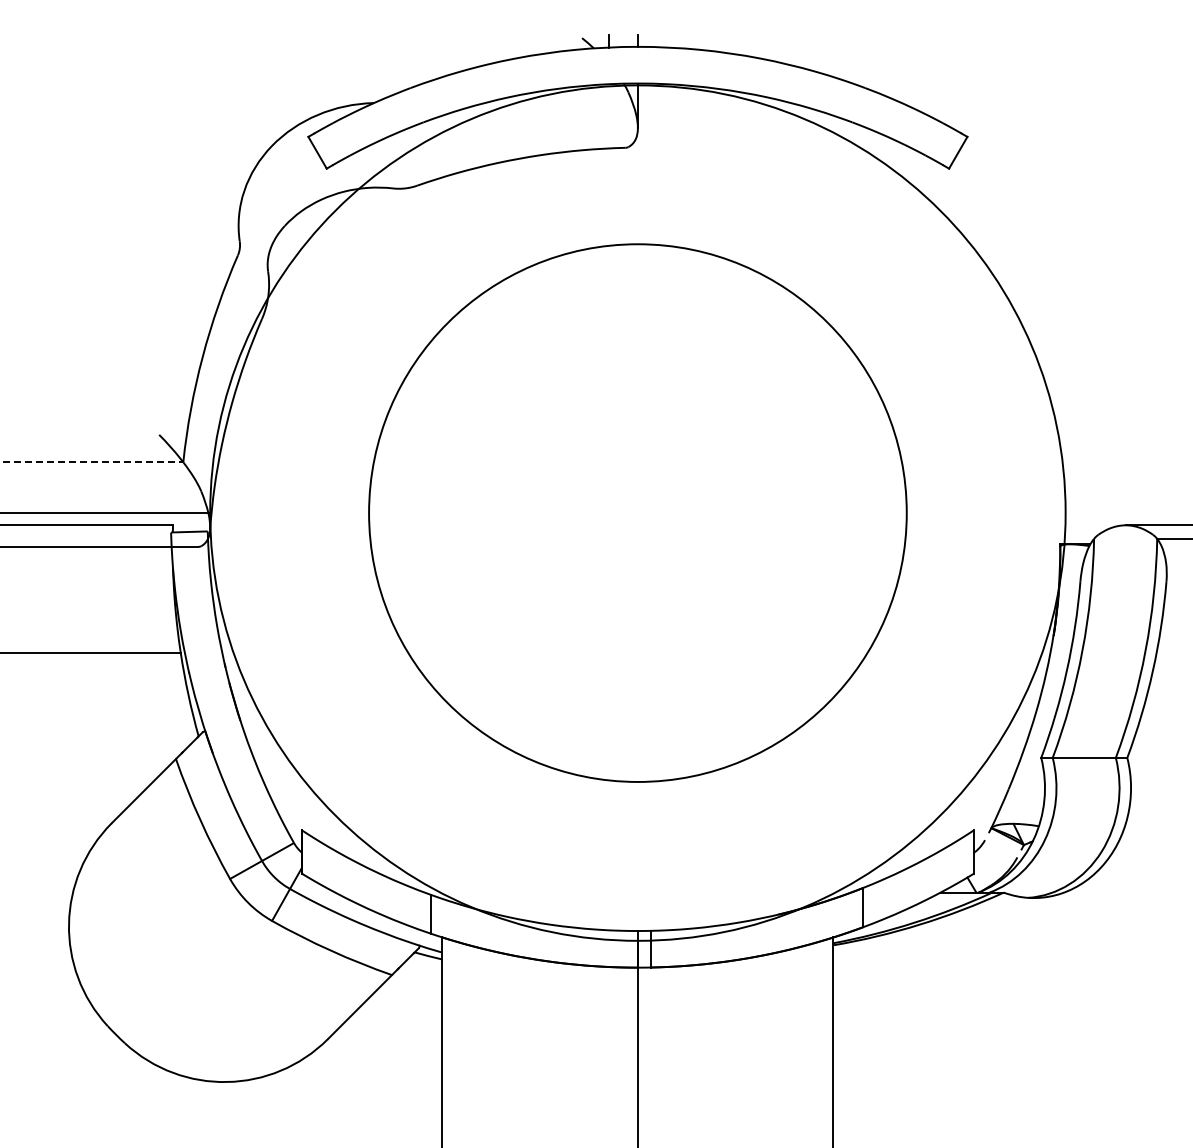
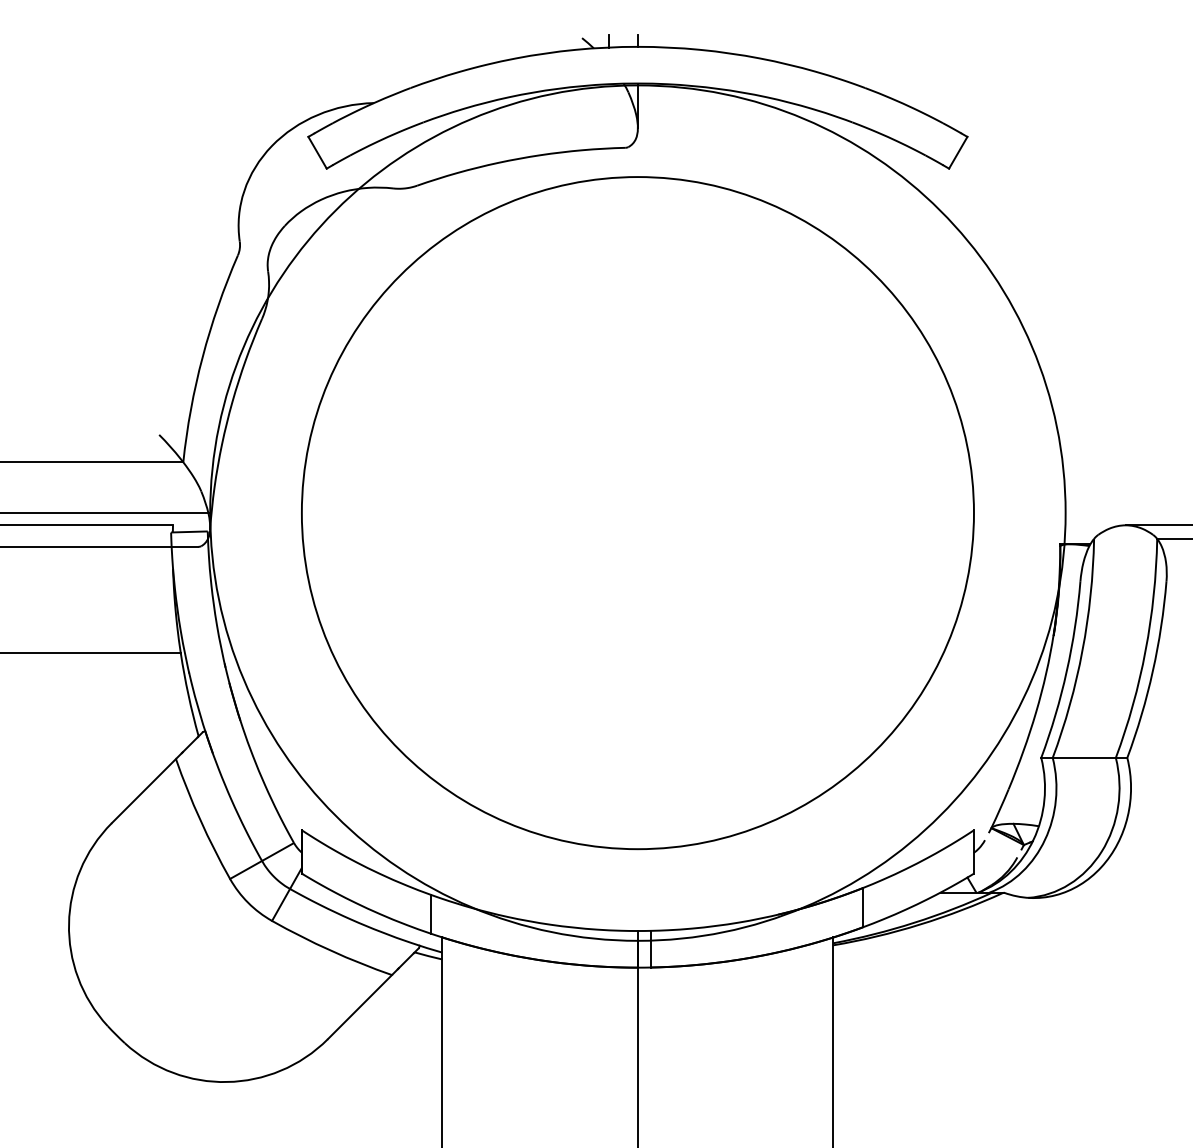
line at (92, 462): dashed -> solid
circle at (637, 512) diameter: 538 px -> 672 px
